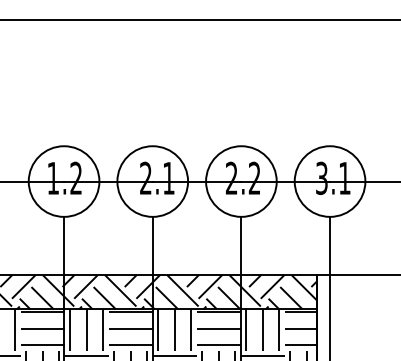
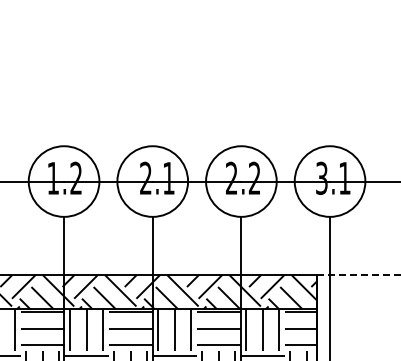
line at (199, 20): present -> none
line at (358, 274): solid -> dashed
